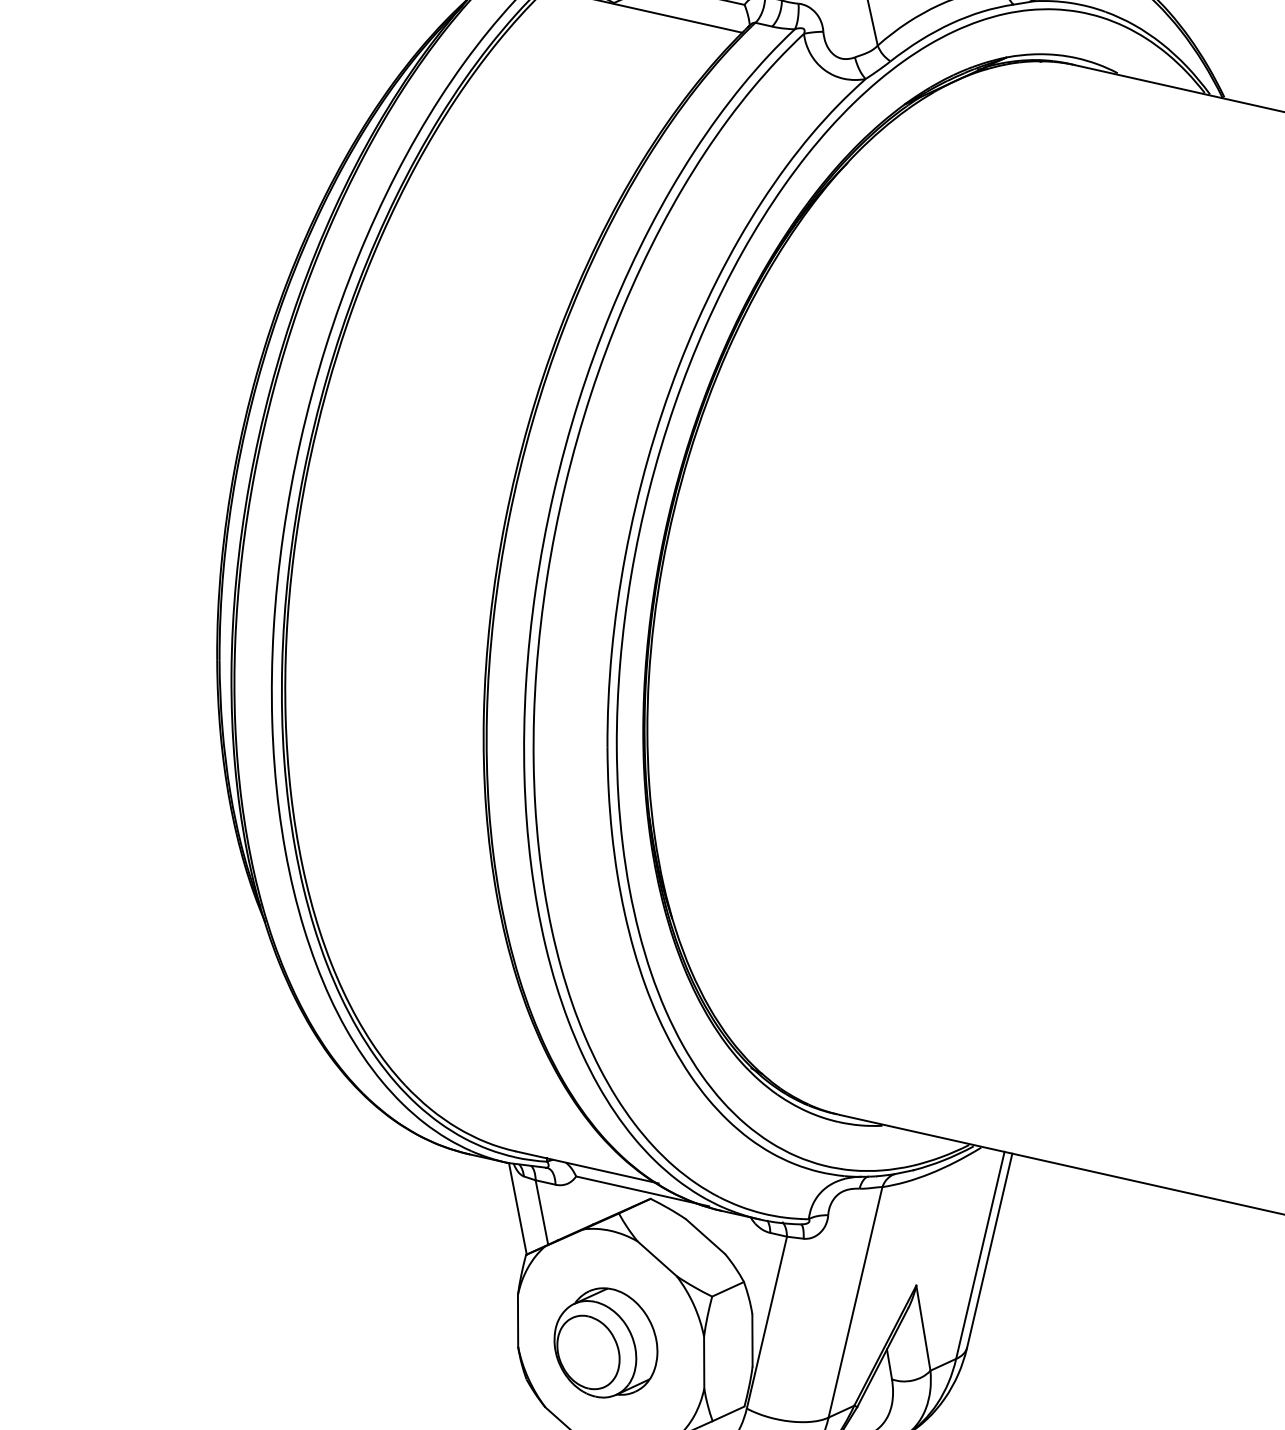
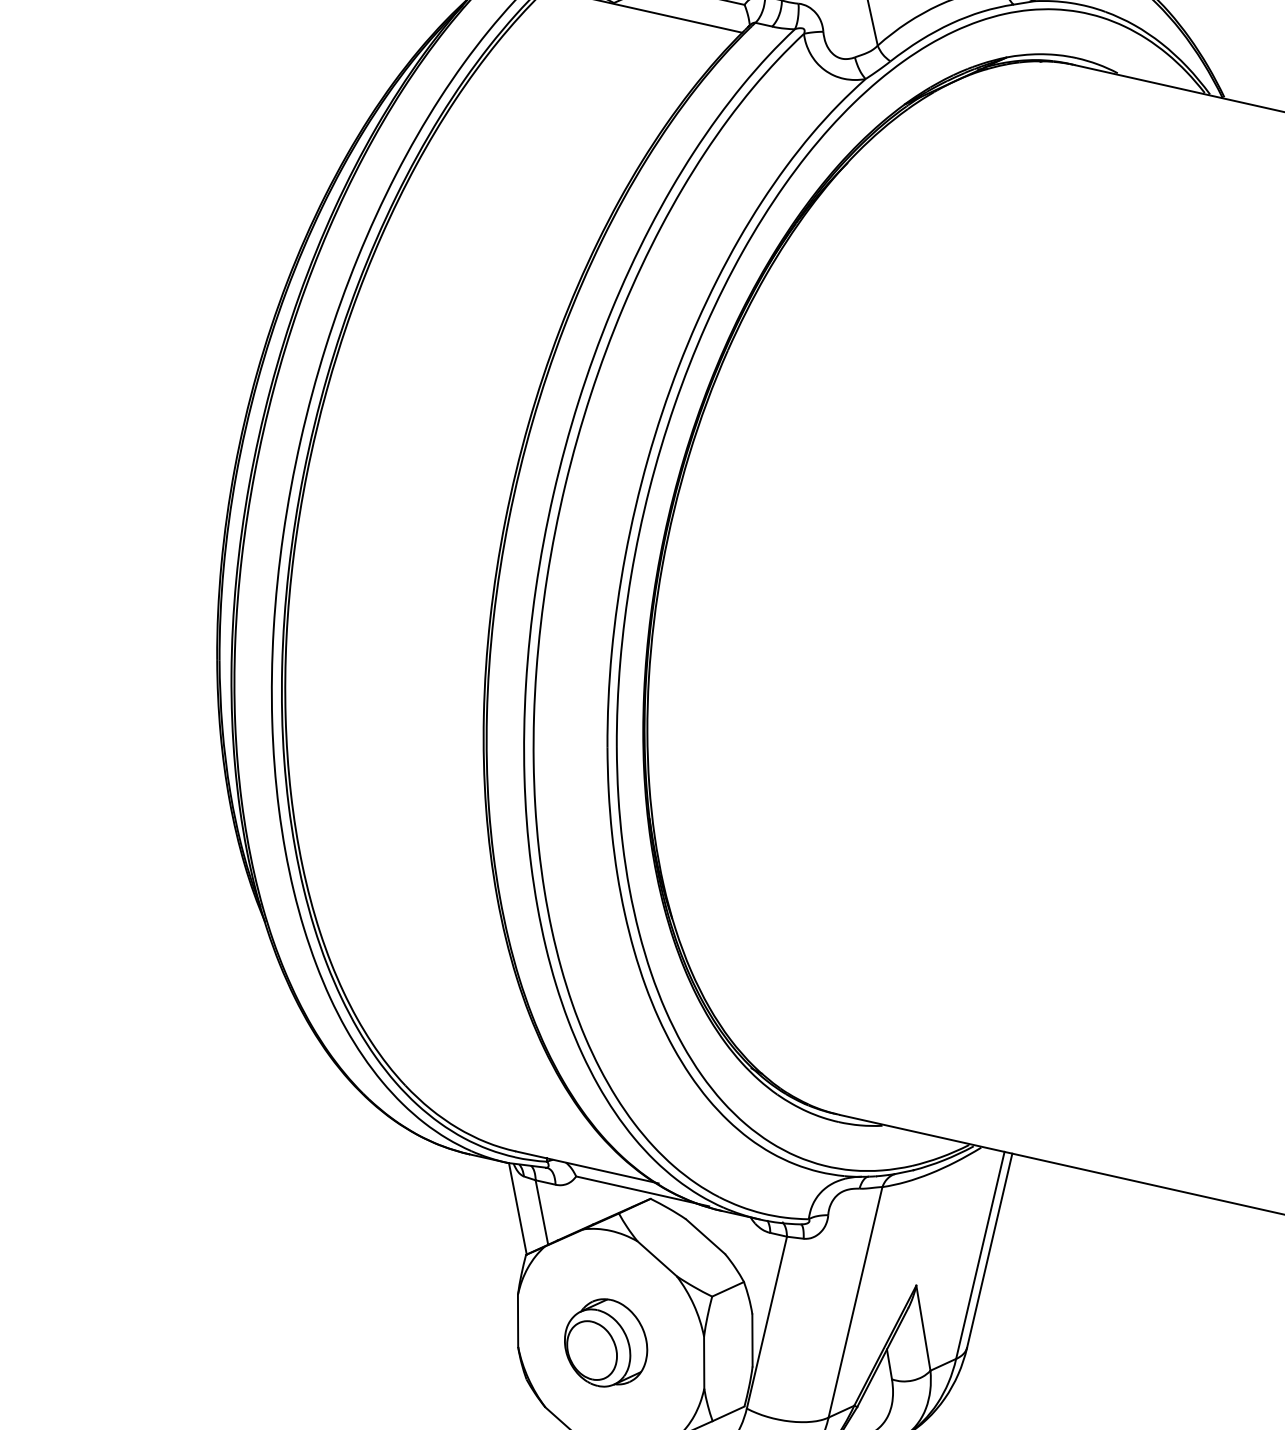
part at (605, 1342) size: 106x112 px -> 85x90 px
